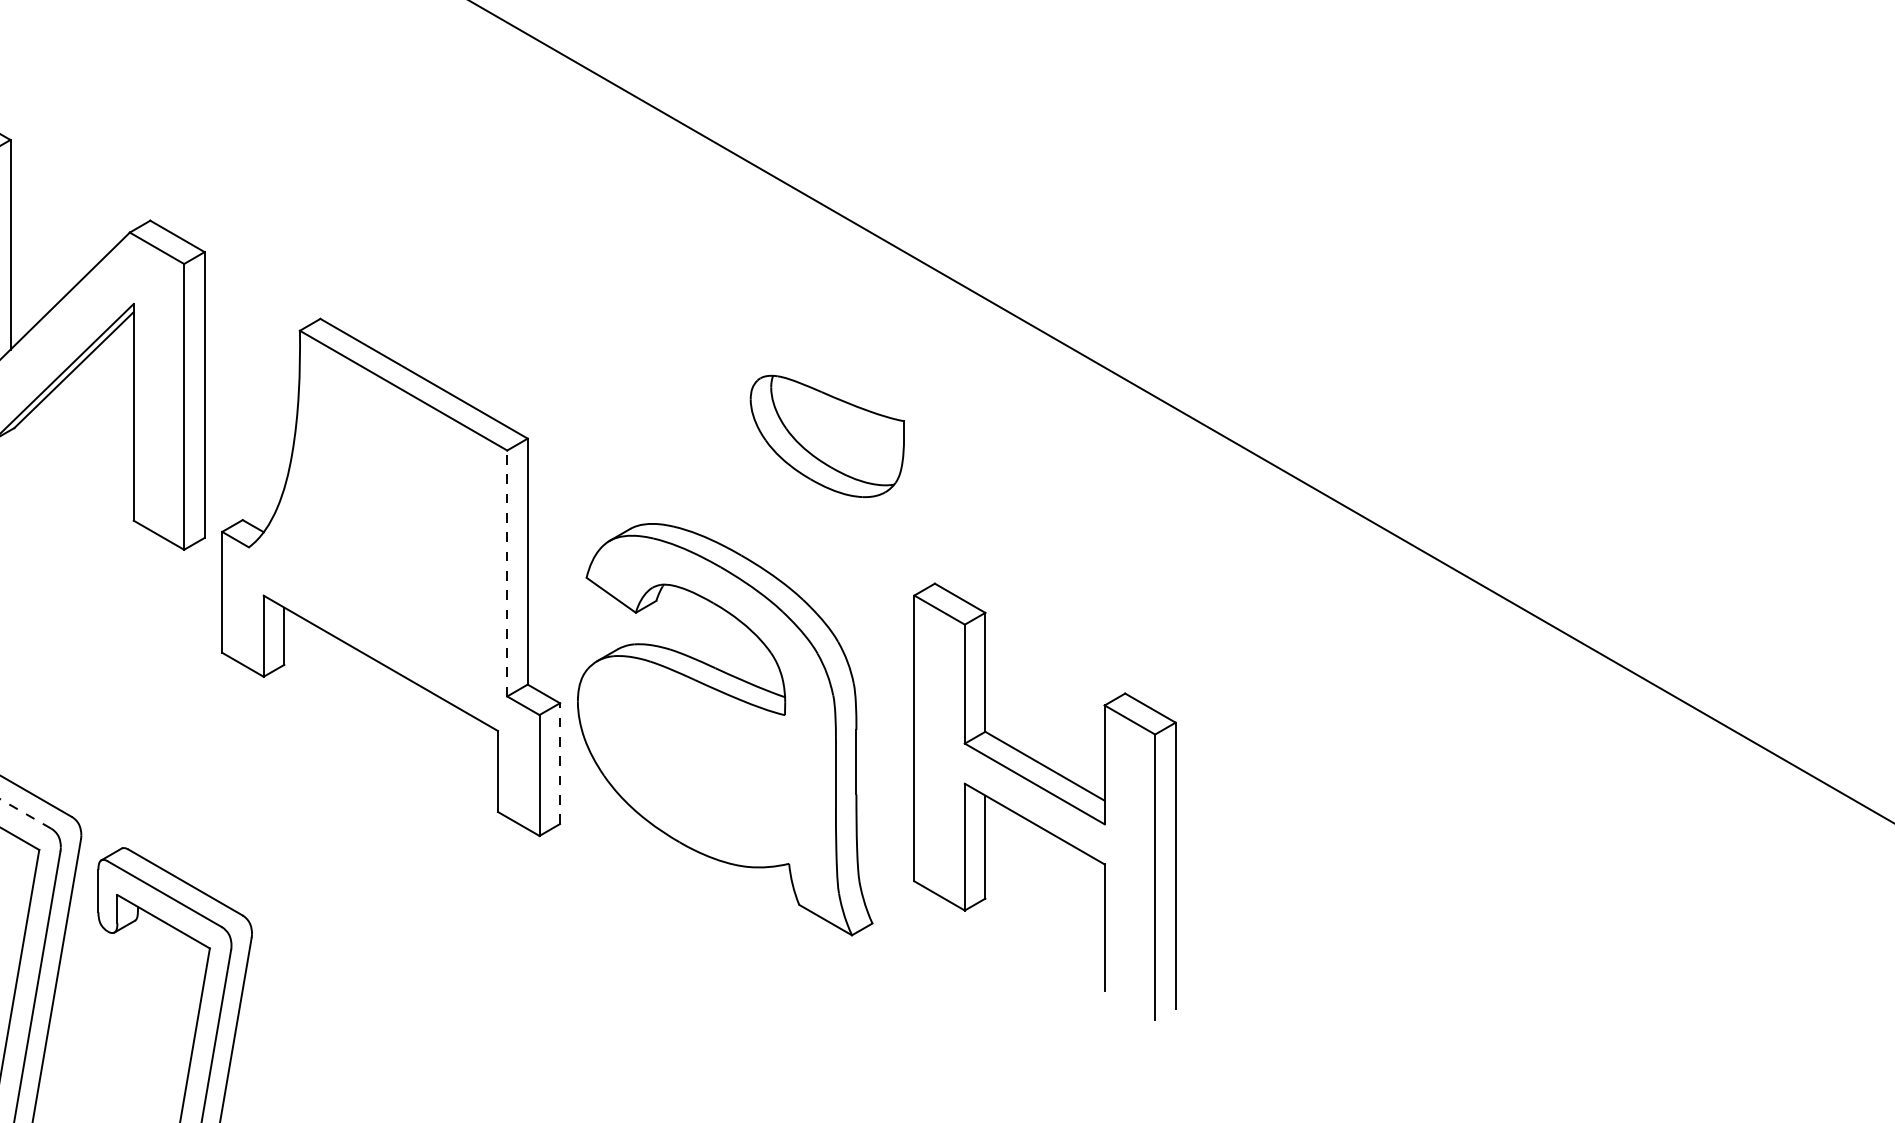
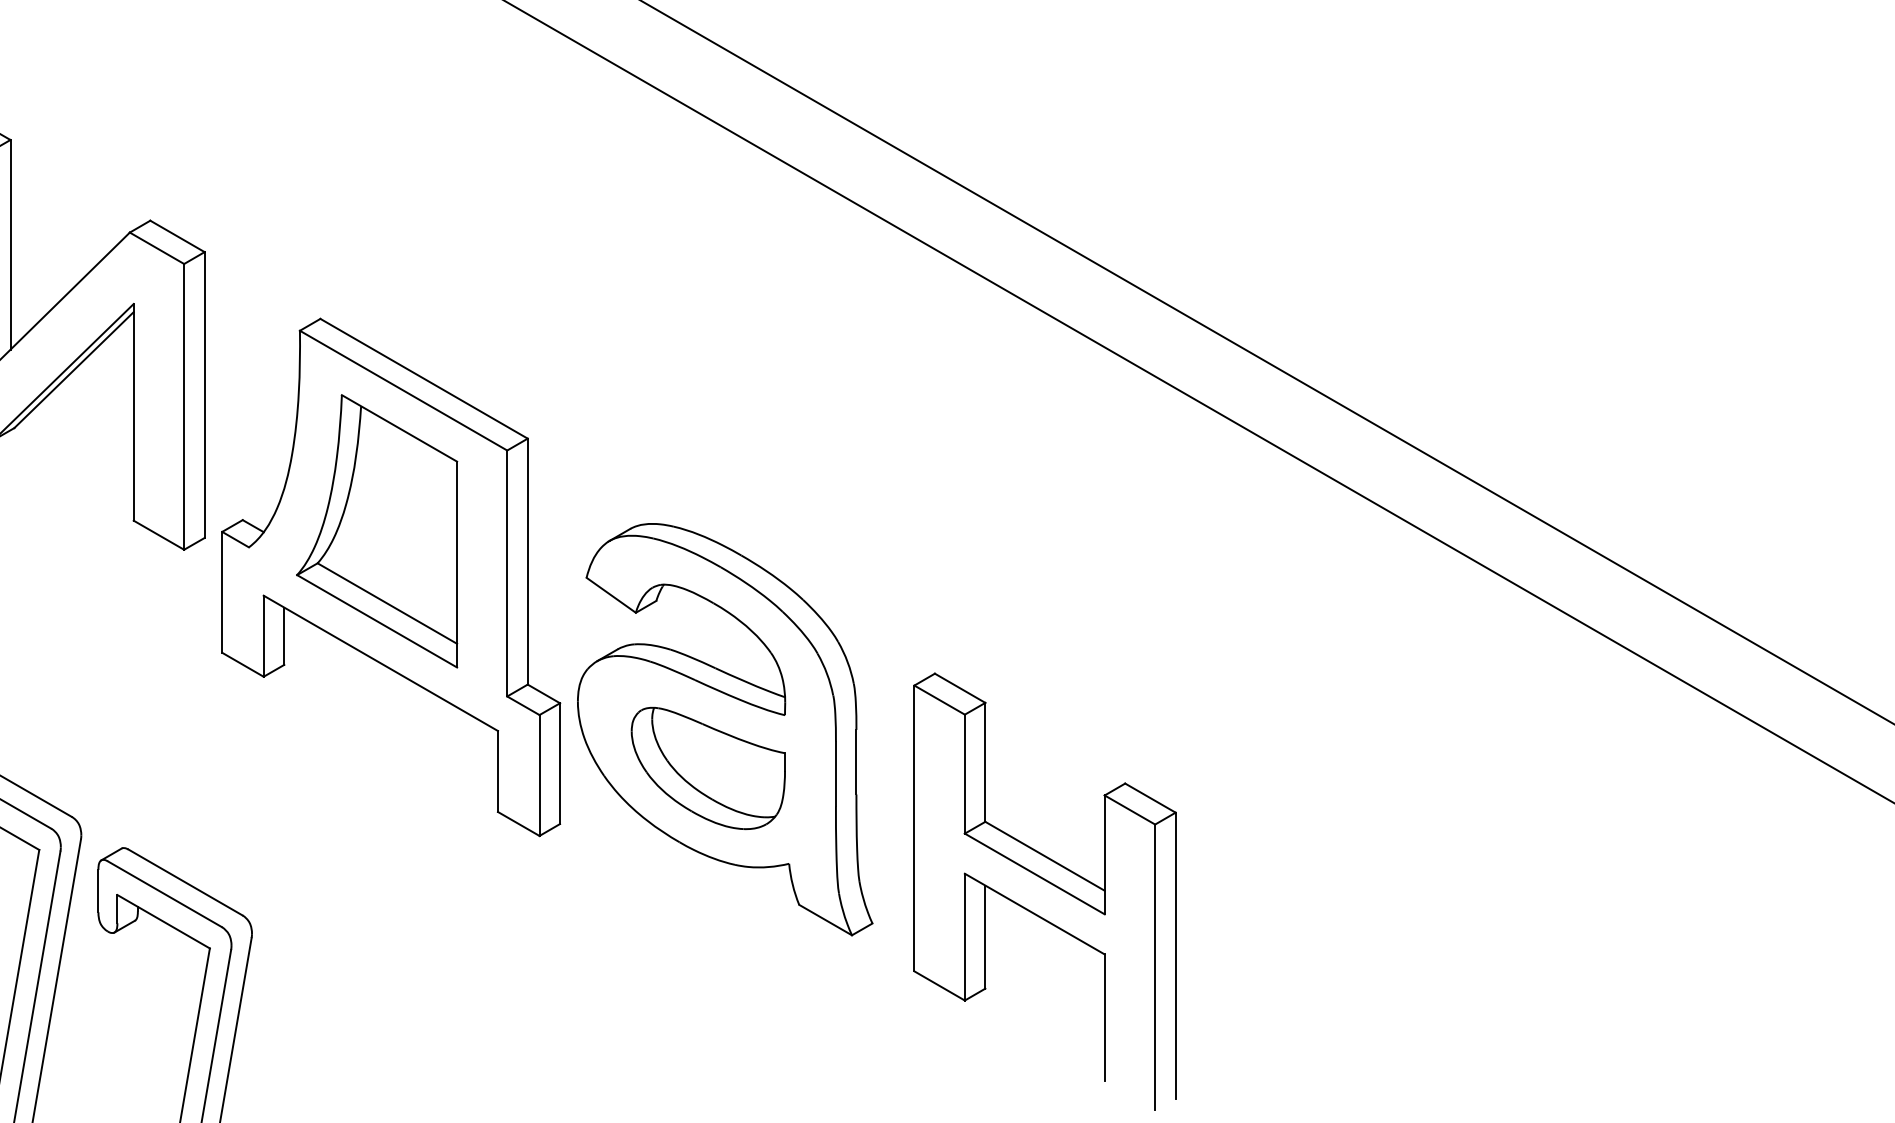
line at (1267, 362): none -> present
line at (1181, 411) position: (1181, 411) -> (1199, 401)
part at (826, 436) position: (826, 436) -> (707, 768)
part at (377, 531): none -> present
line at (507, 573): dashed -> solid
line at (560, 763): dashed -> solid
part at (1050, 794) position: (1050, 794) -> (1050, 884)
line at (25, 813): dashed -> solid
